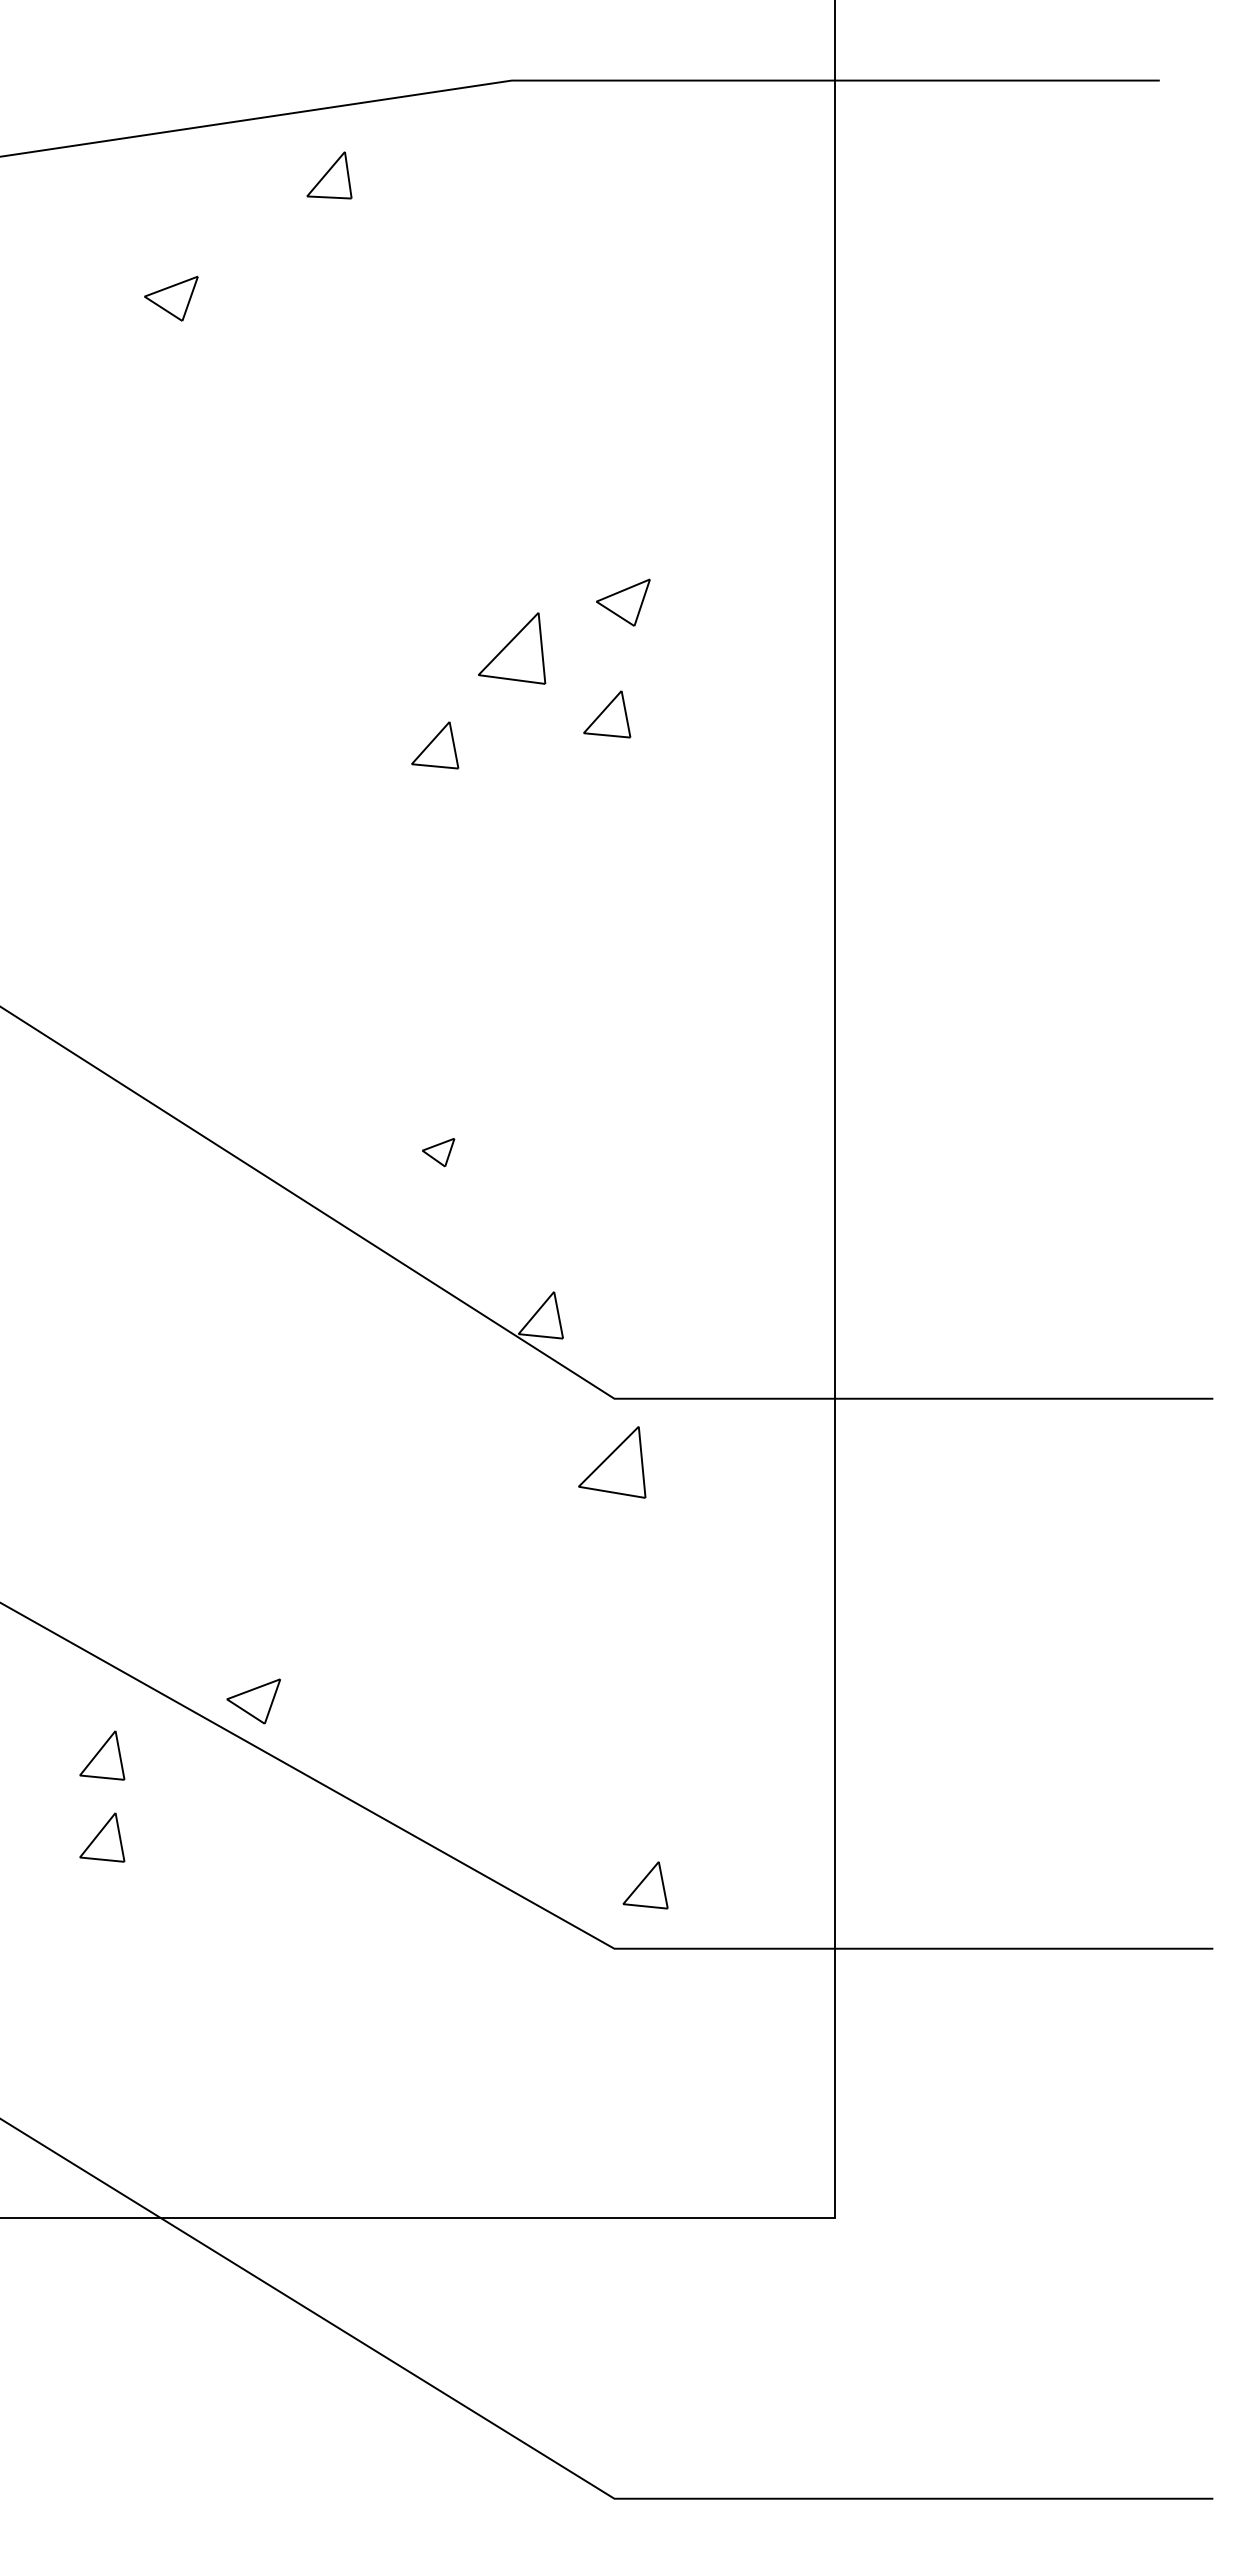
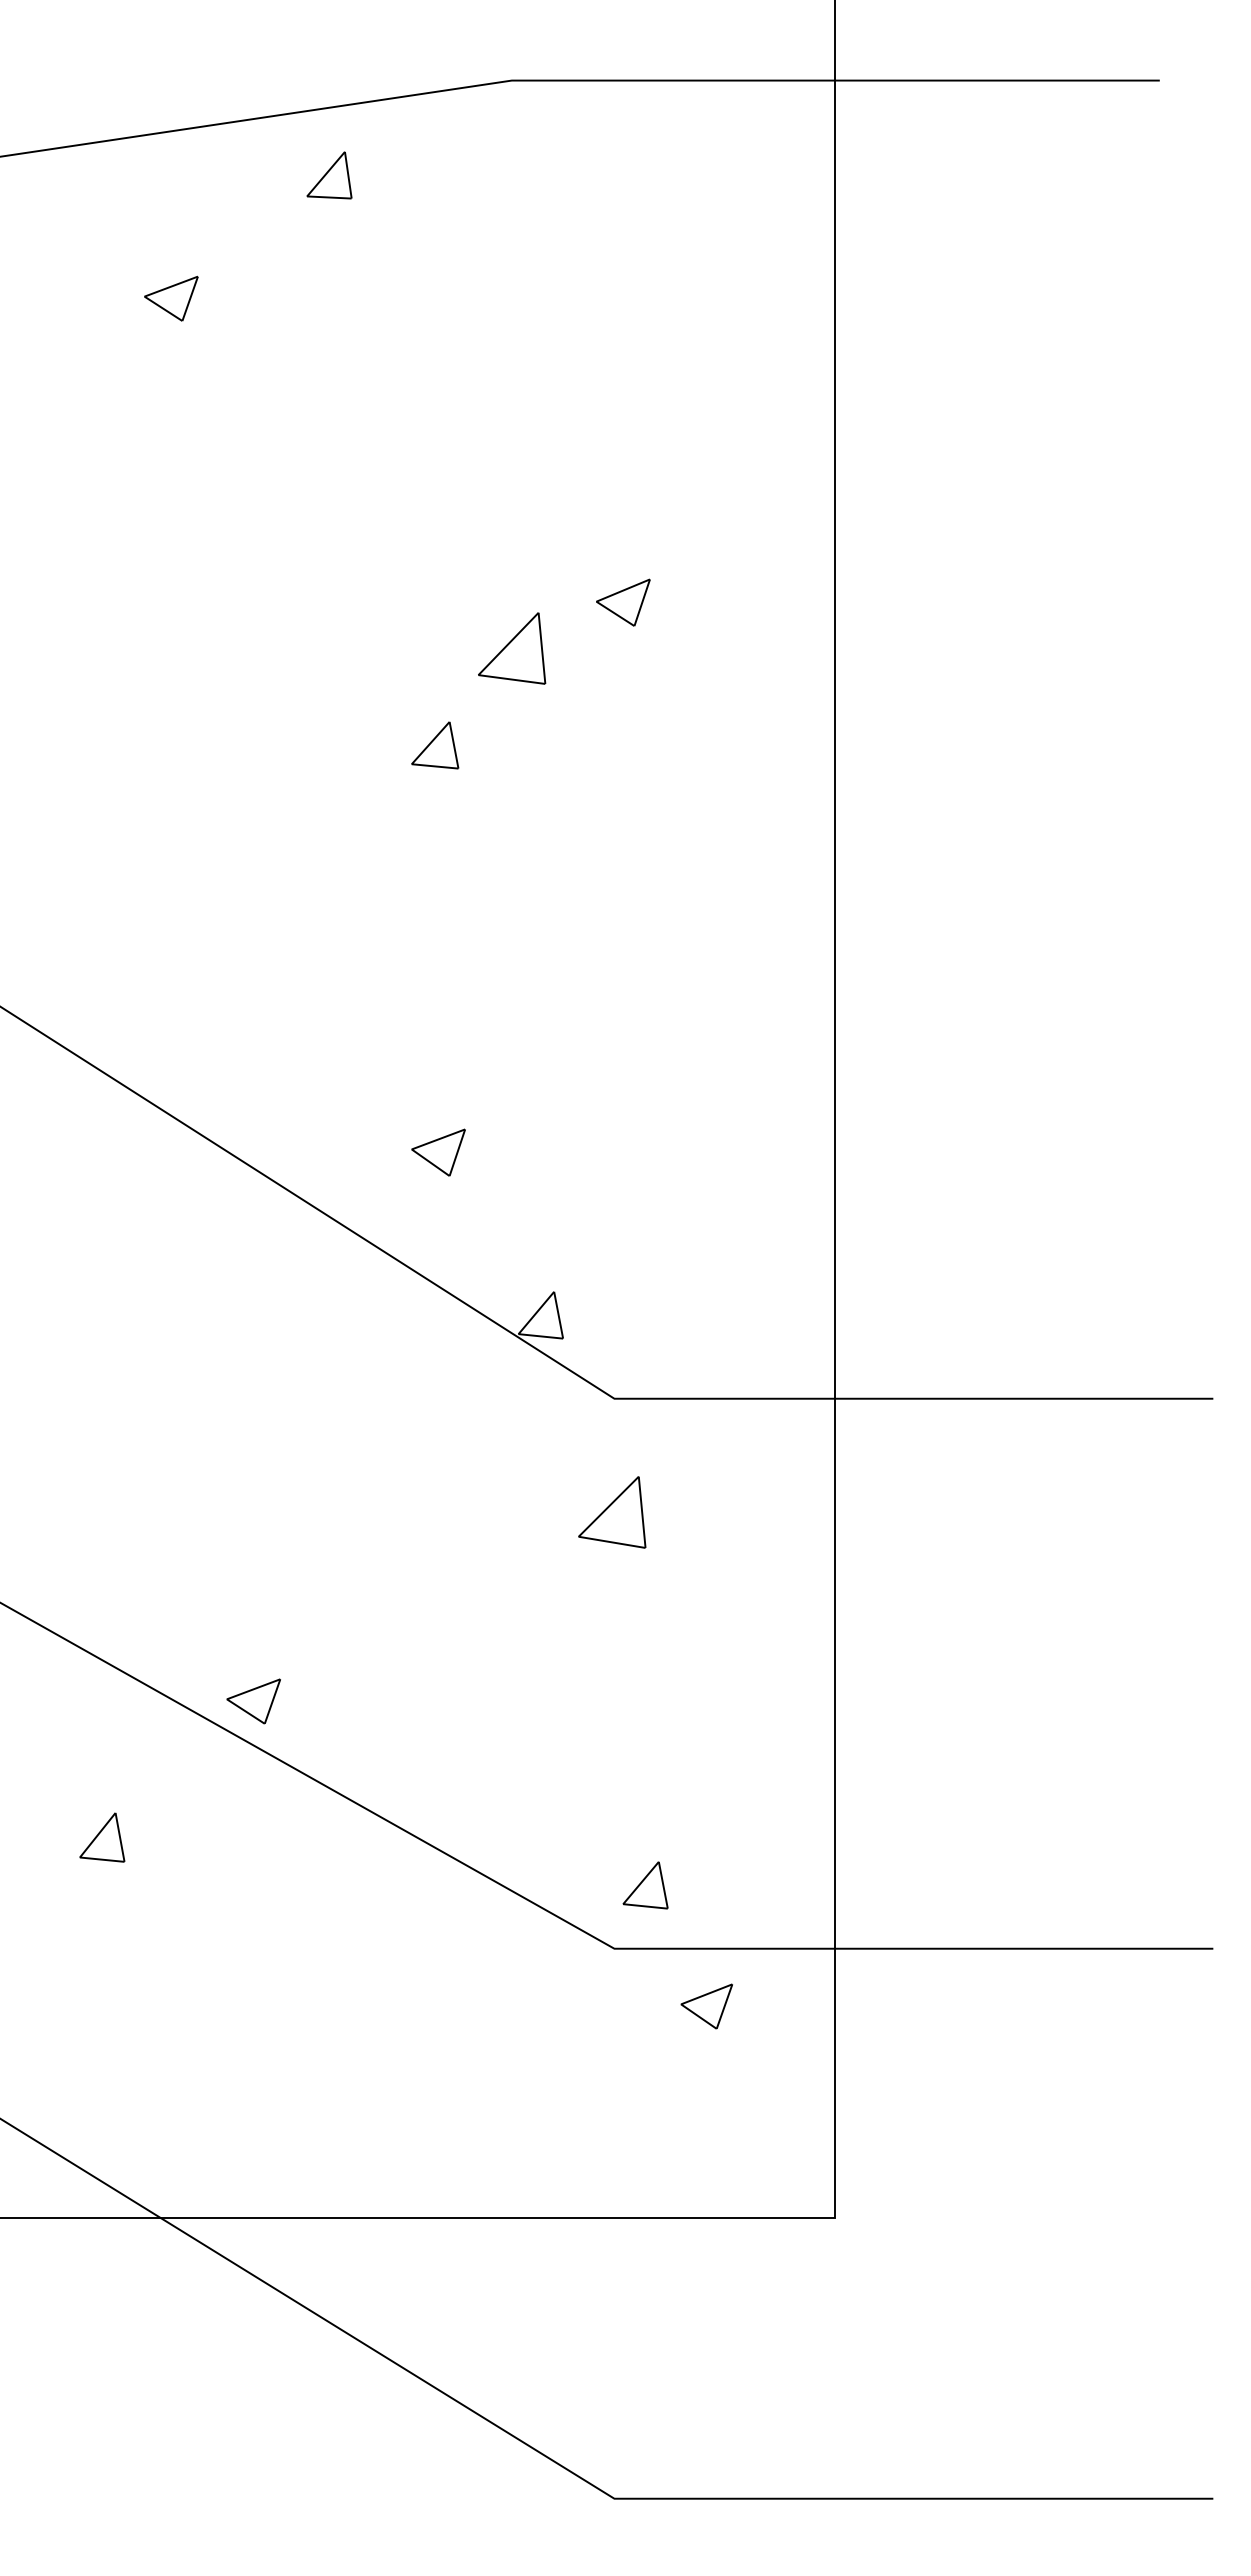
part at (607, 714): present -> none
part at (438, 1152) size: 34x30 px -> 55x49 px
part at (612, 1462) position: (612, 1462) -> (612, 1512)
part at (102, 1755): present -> none
part at (706, 2006): none -> present
